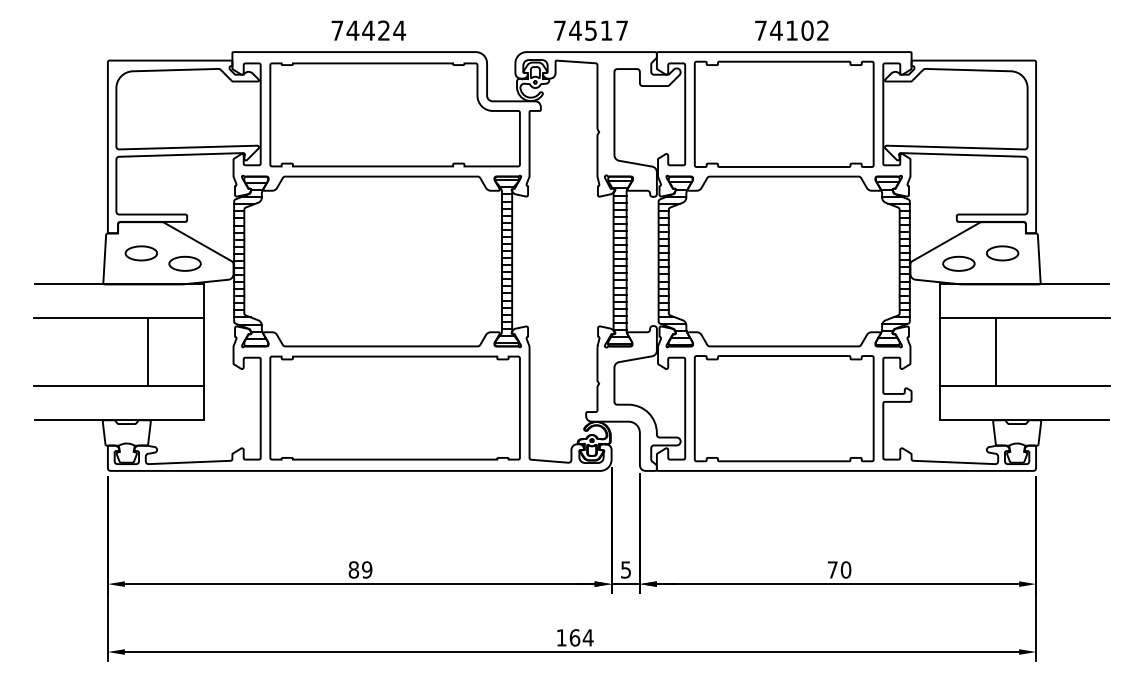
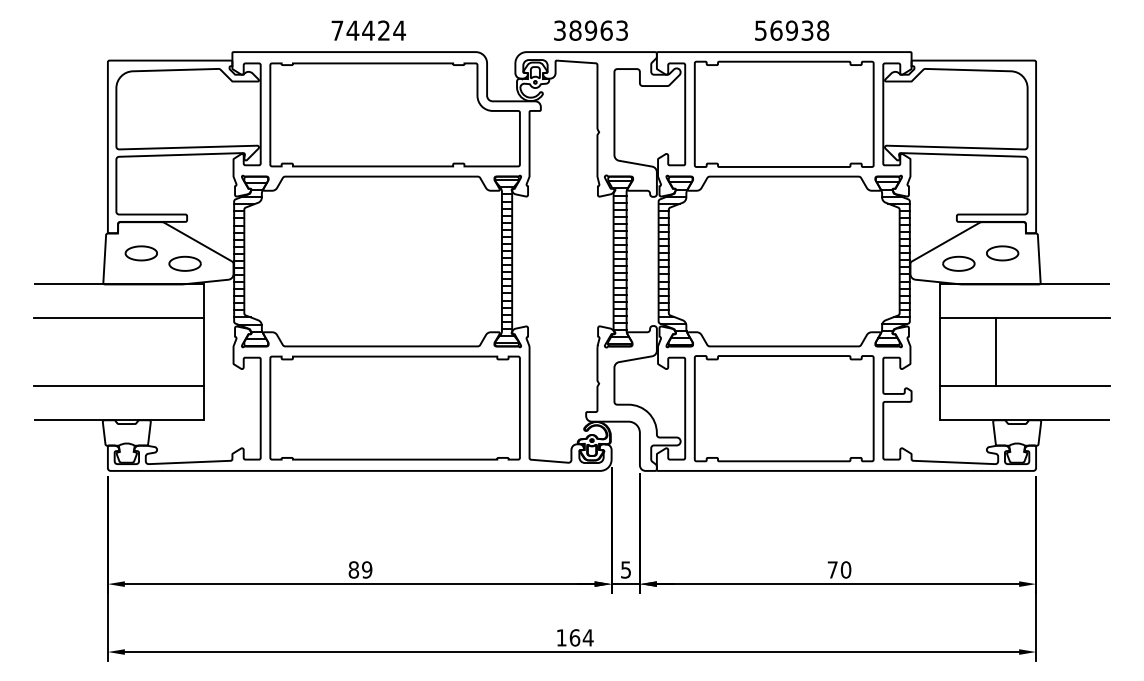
text at (590, 30): 74517 -> 38963
text at (792, 30): 74102 -> 56938
line at (147, 352): present -> none
